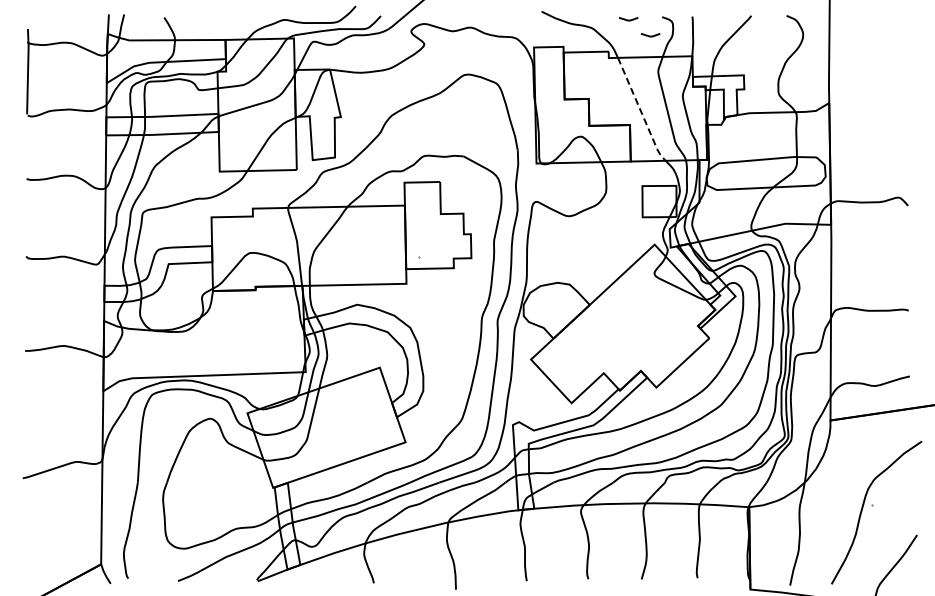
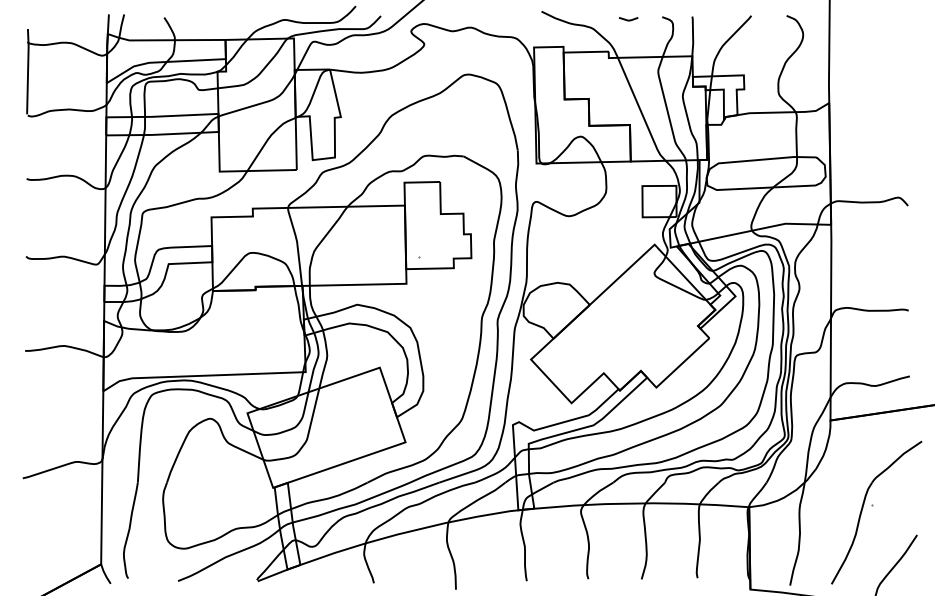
line at (650, 35): present -> none
line at (641, 111): dashed -> solid
